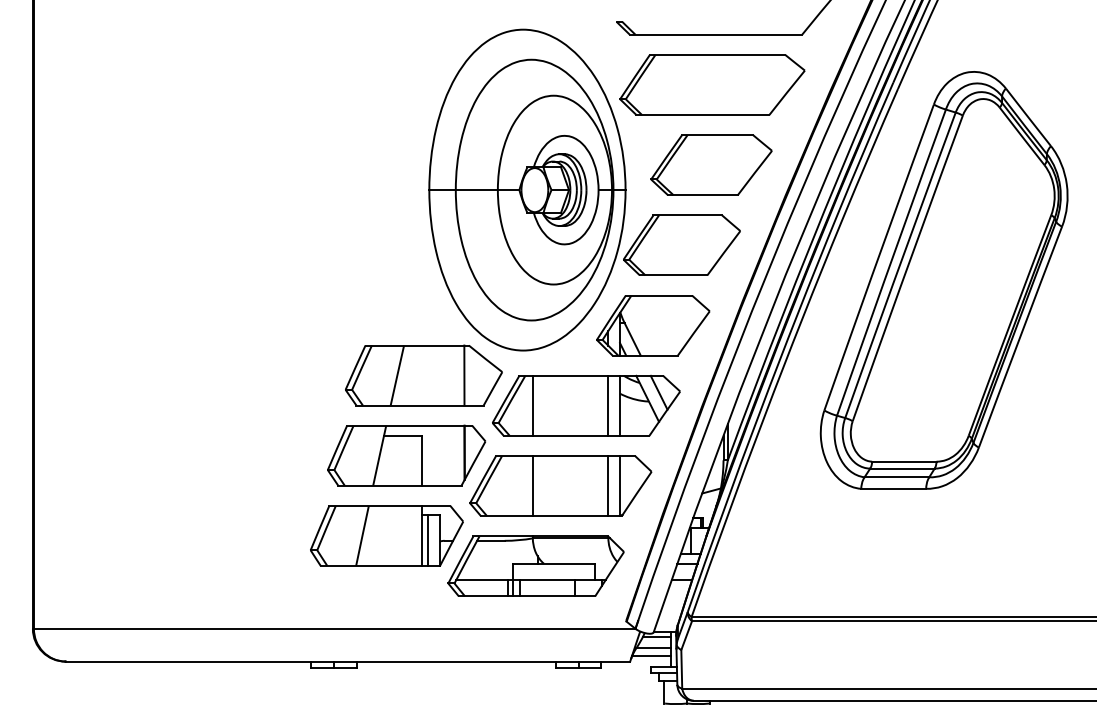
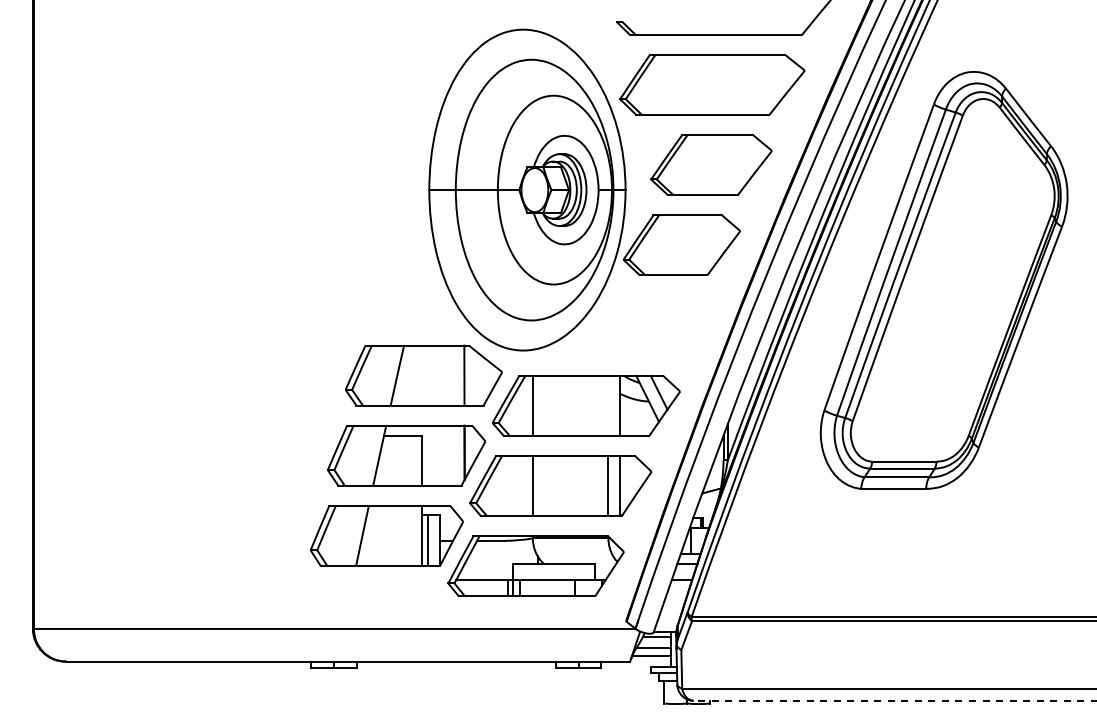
part at (653, 325): present -> none
line at (608, 405): present -> none
line at (894, 700): solid -> dashed
